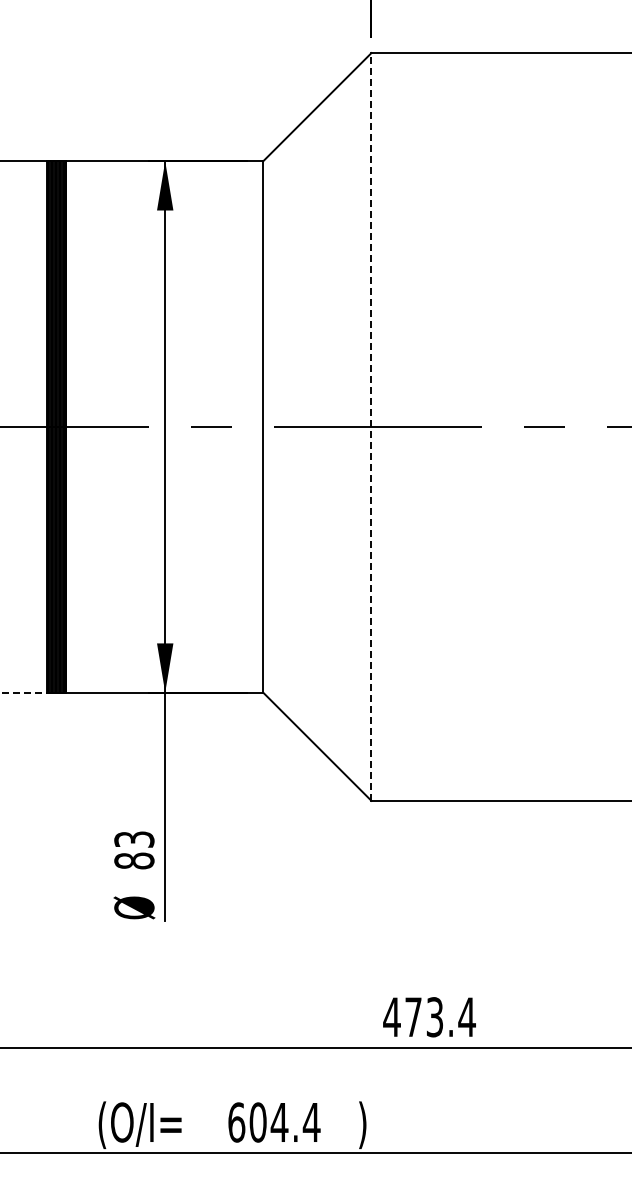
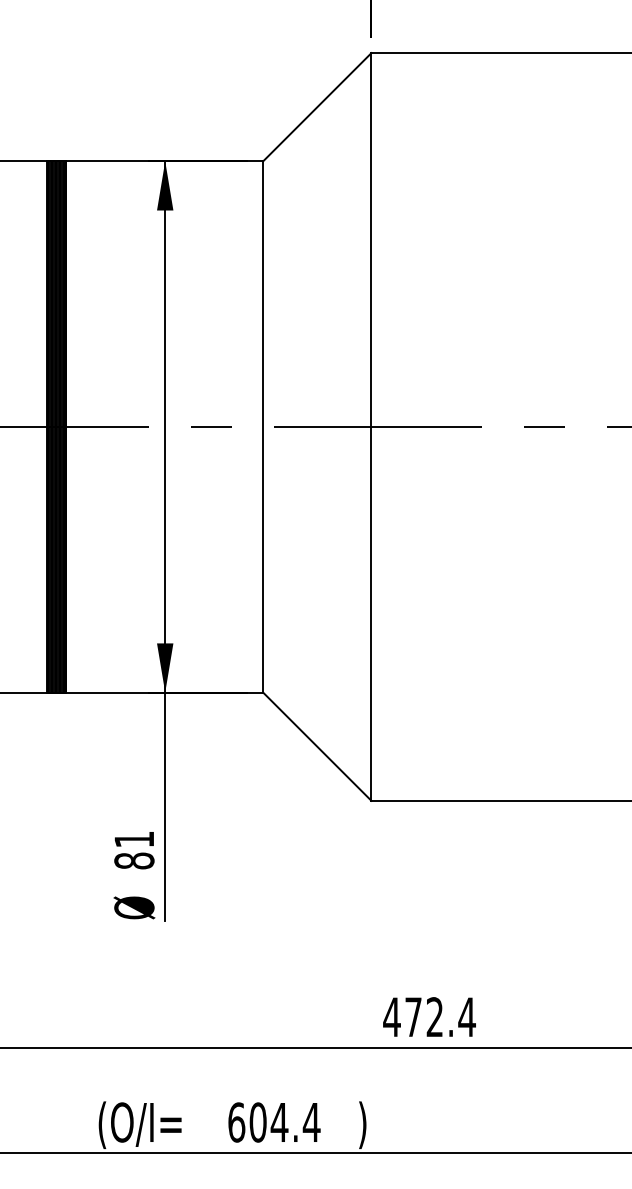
line at (371, 426): dashed -> solid
line at (23, 692): dashed -> solid
text at (134, 839): 83 -> 81
text at (434, 1017): 473.4 -> 472.4
